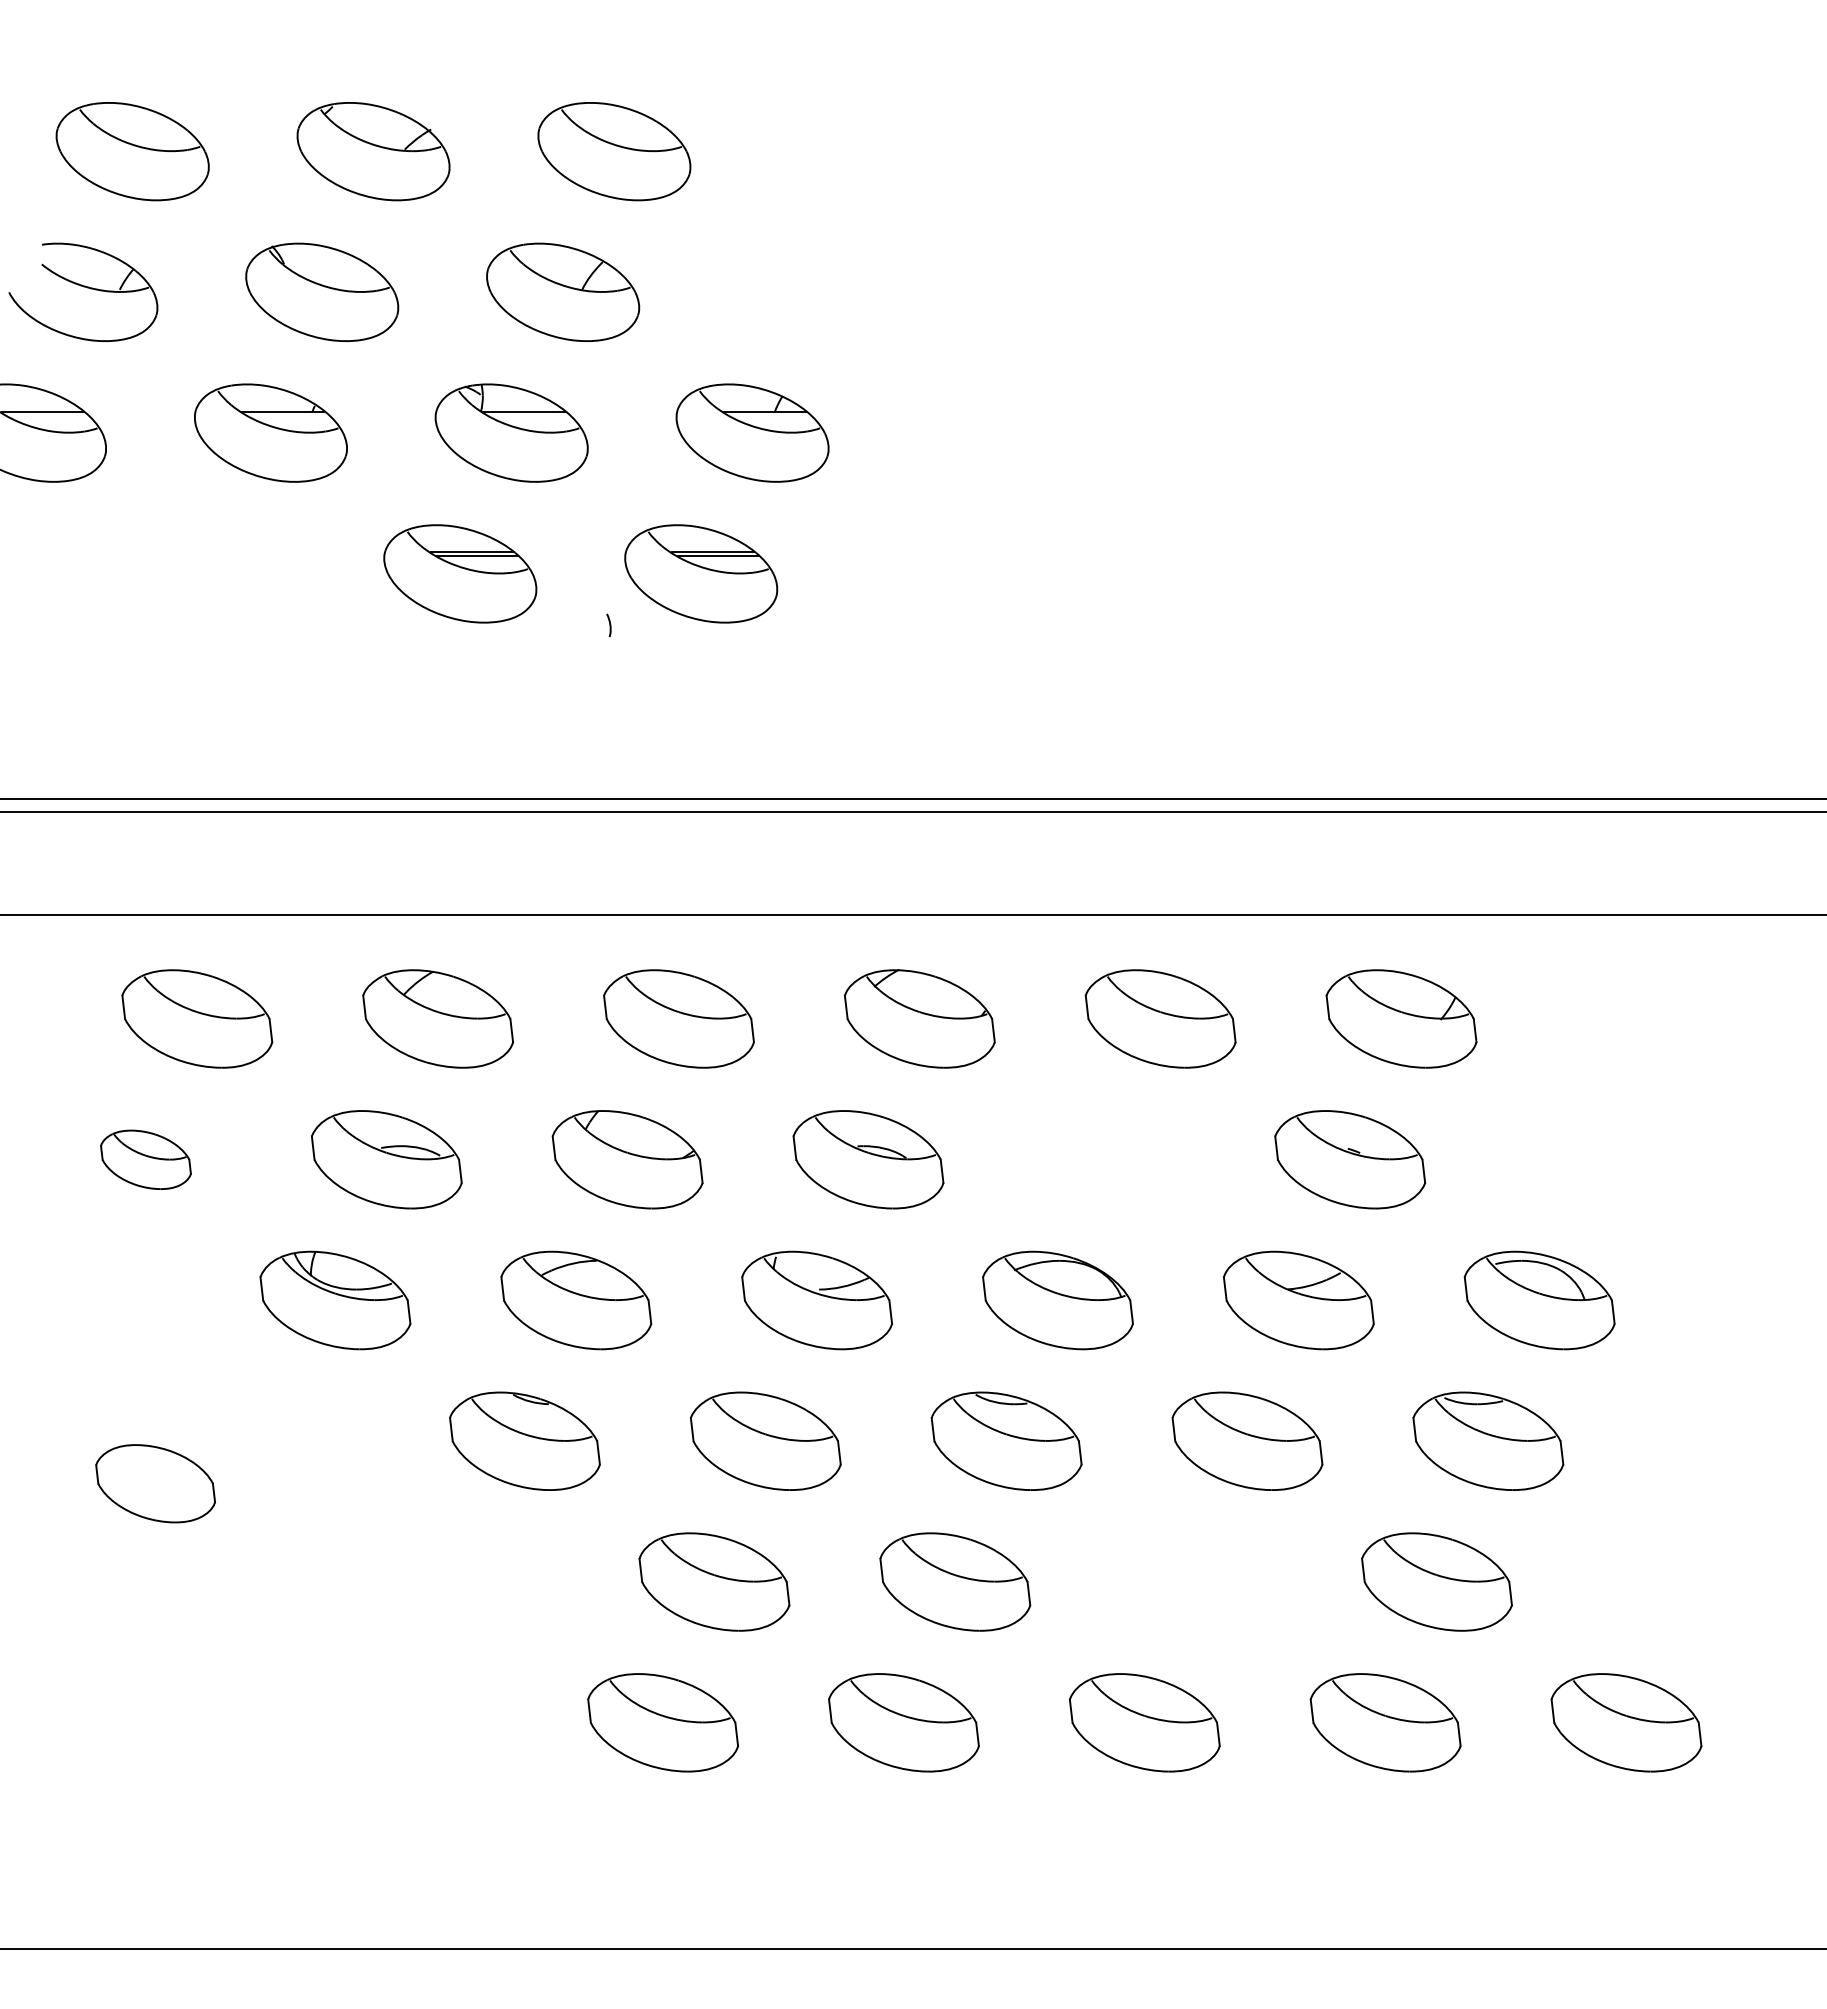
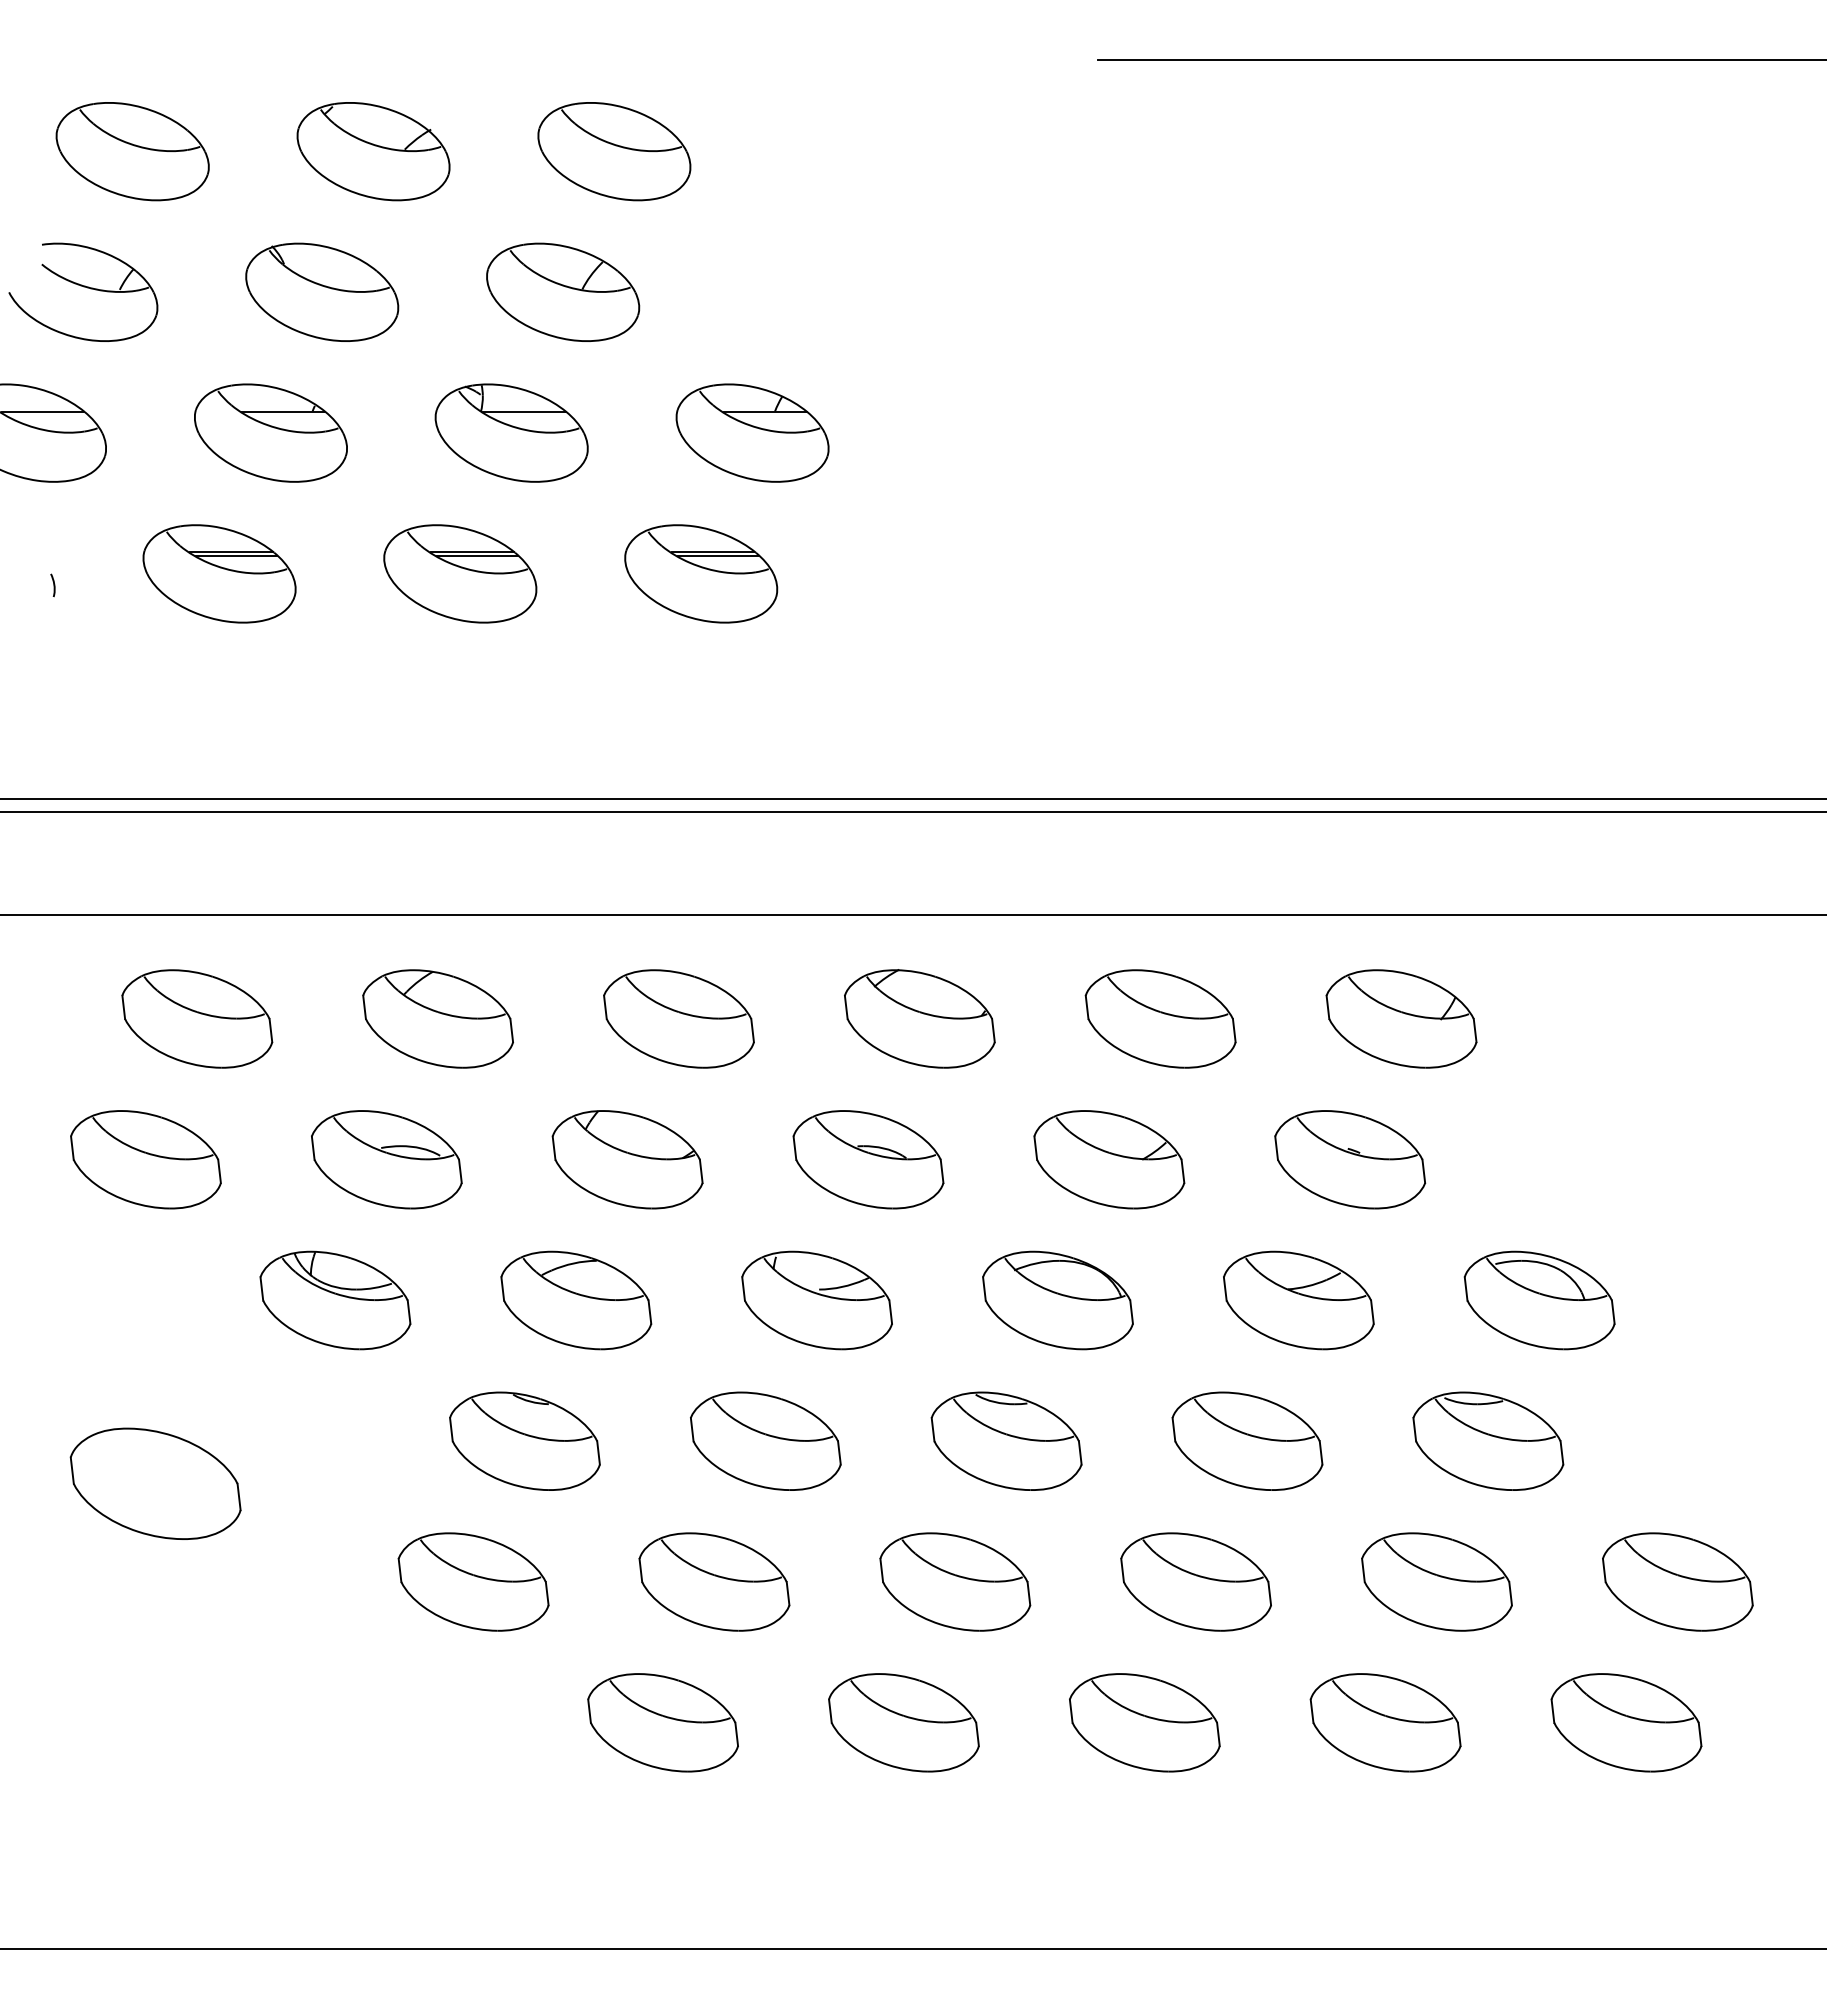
line at (1460, 60): none -> present
part at (219, 573): none -> present
curve at (609, 625) position: (609, 625) -> (53, 585)
part at (145, 1159) size: 92x61 px -> 152x100 px
part at (1109, 1159): none -> present
part at (155, 1483) size: 121x80 px -> 173x113 px
part at (473, 1581): none -> present
part at (1195, 1581): none -> present
part at (1677, 1581): none -> present
